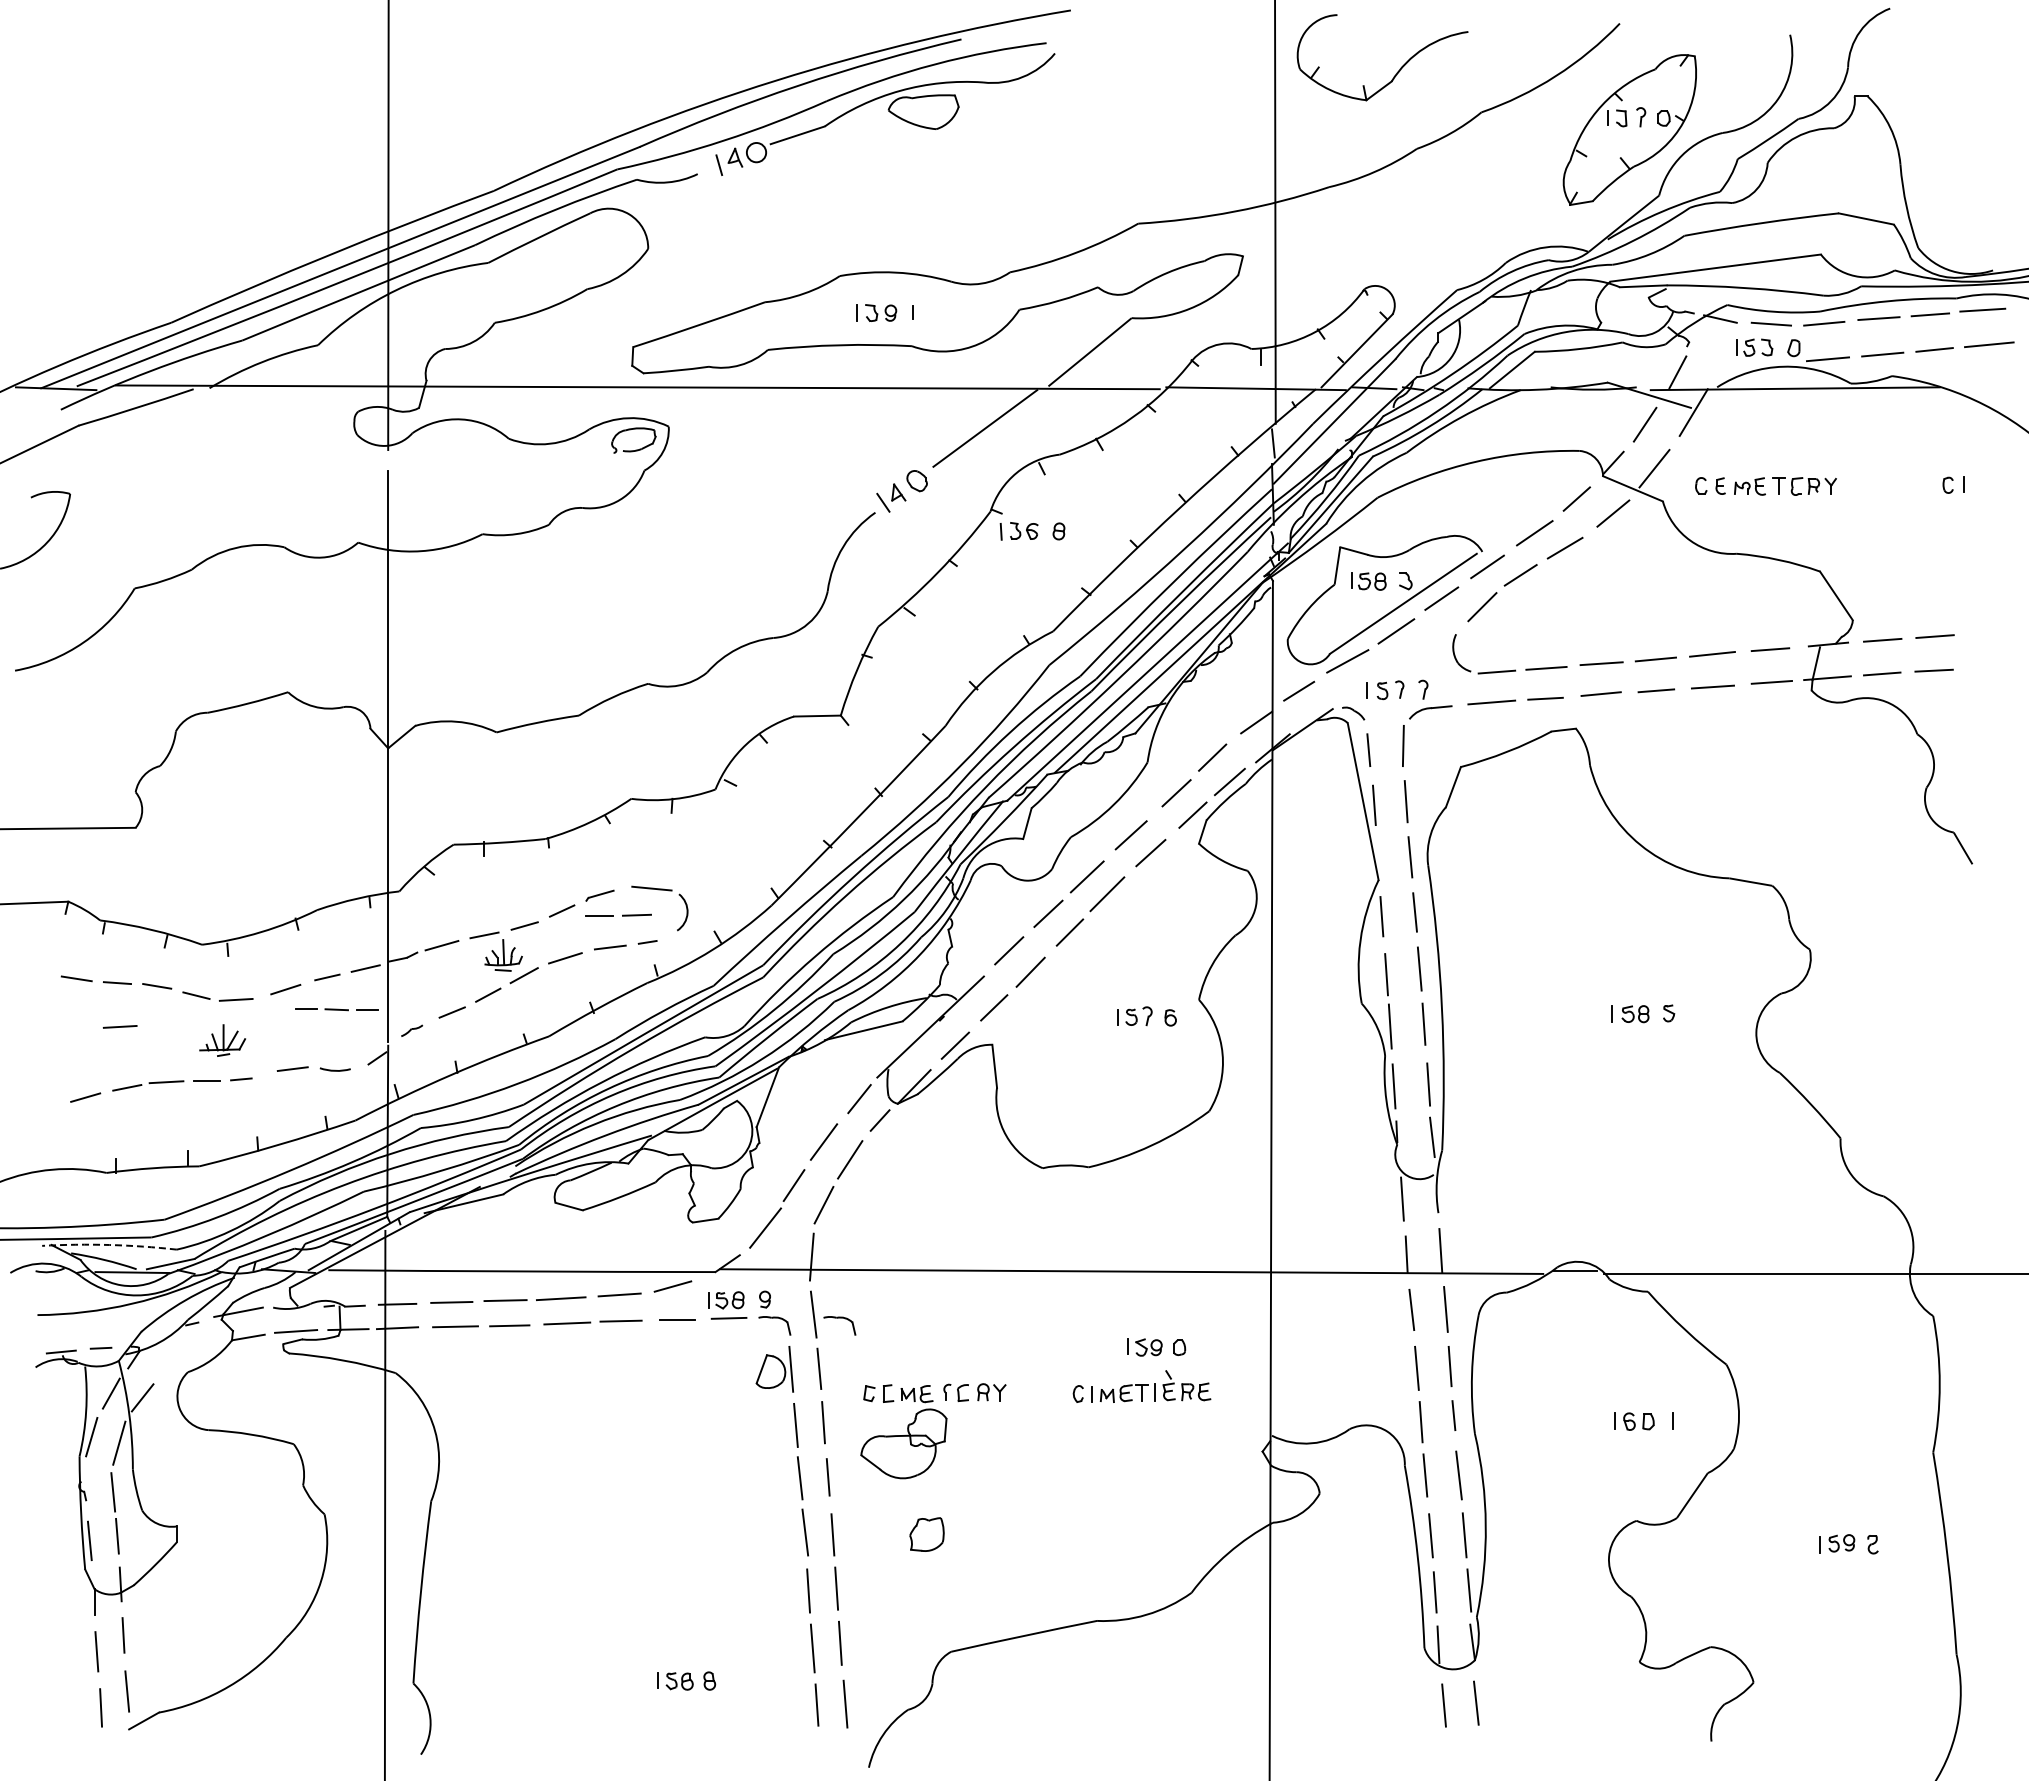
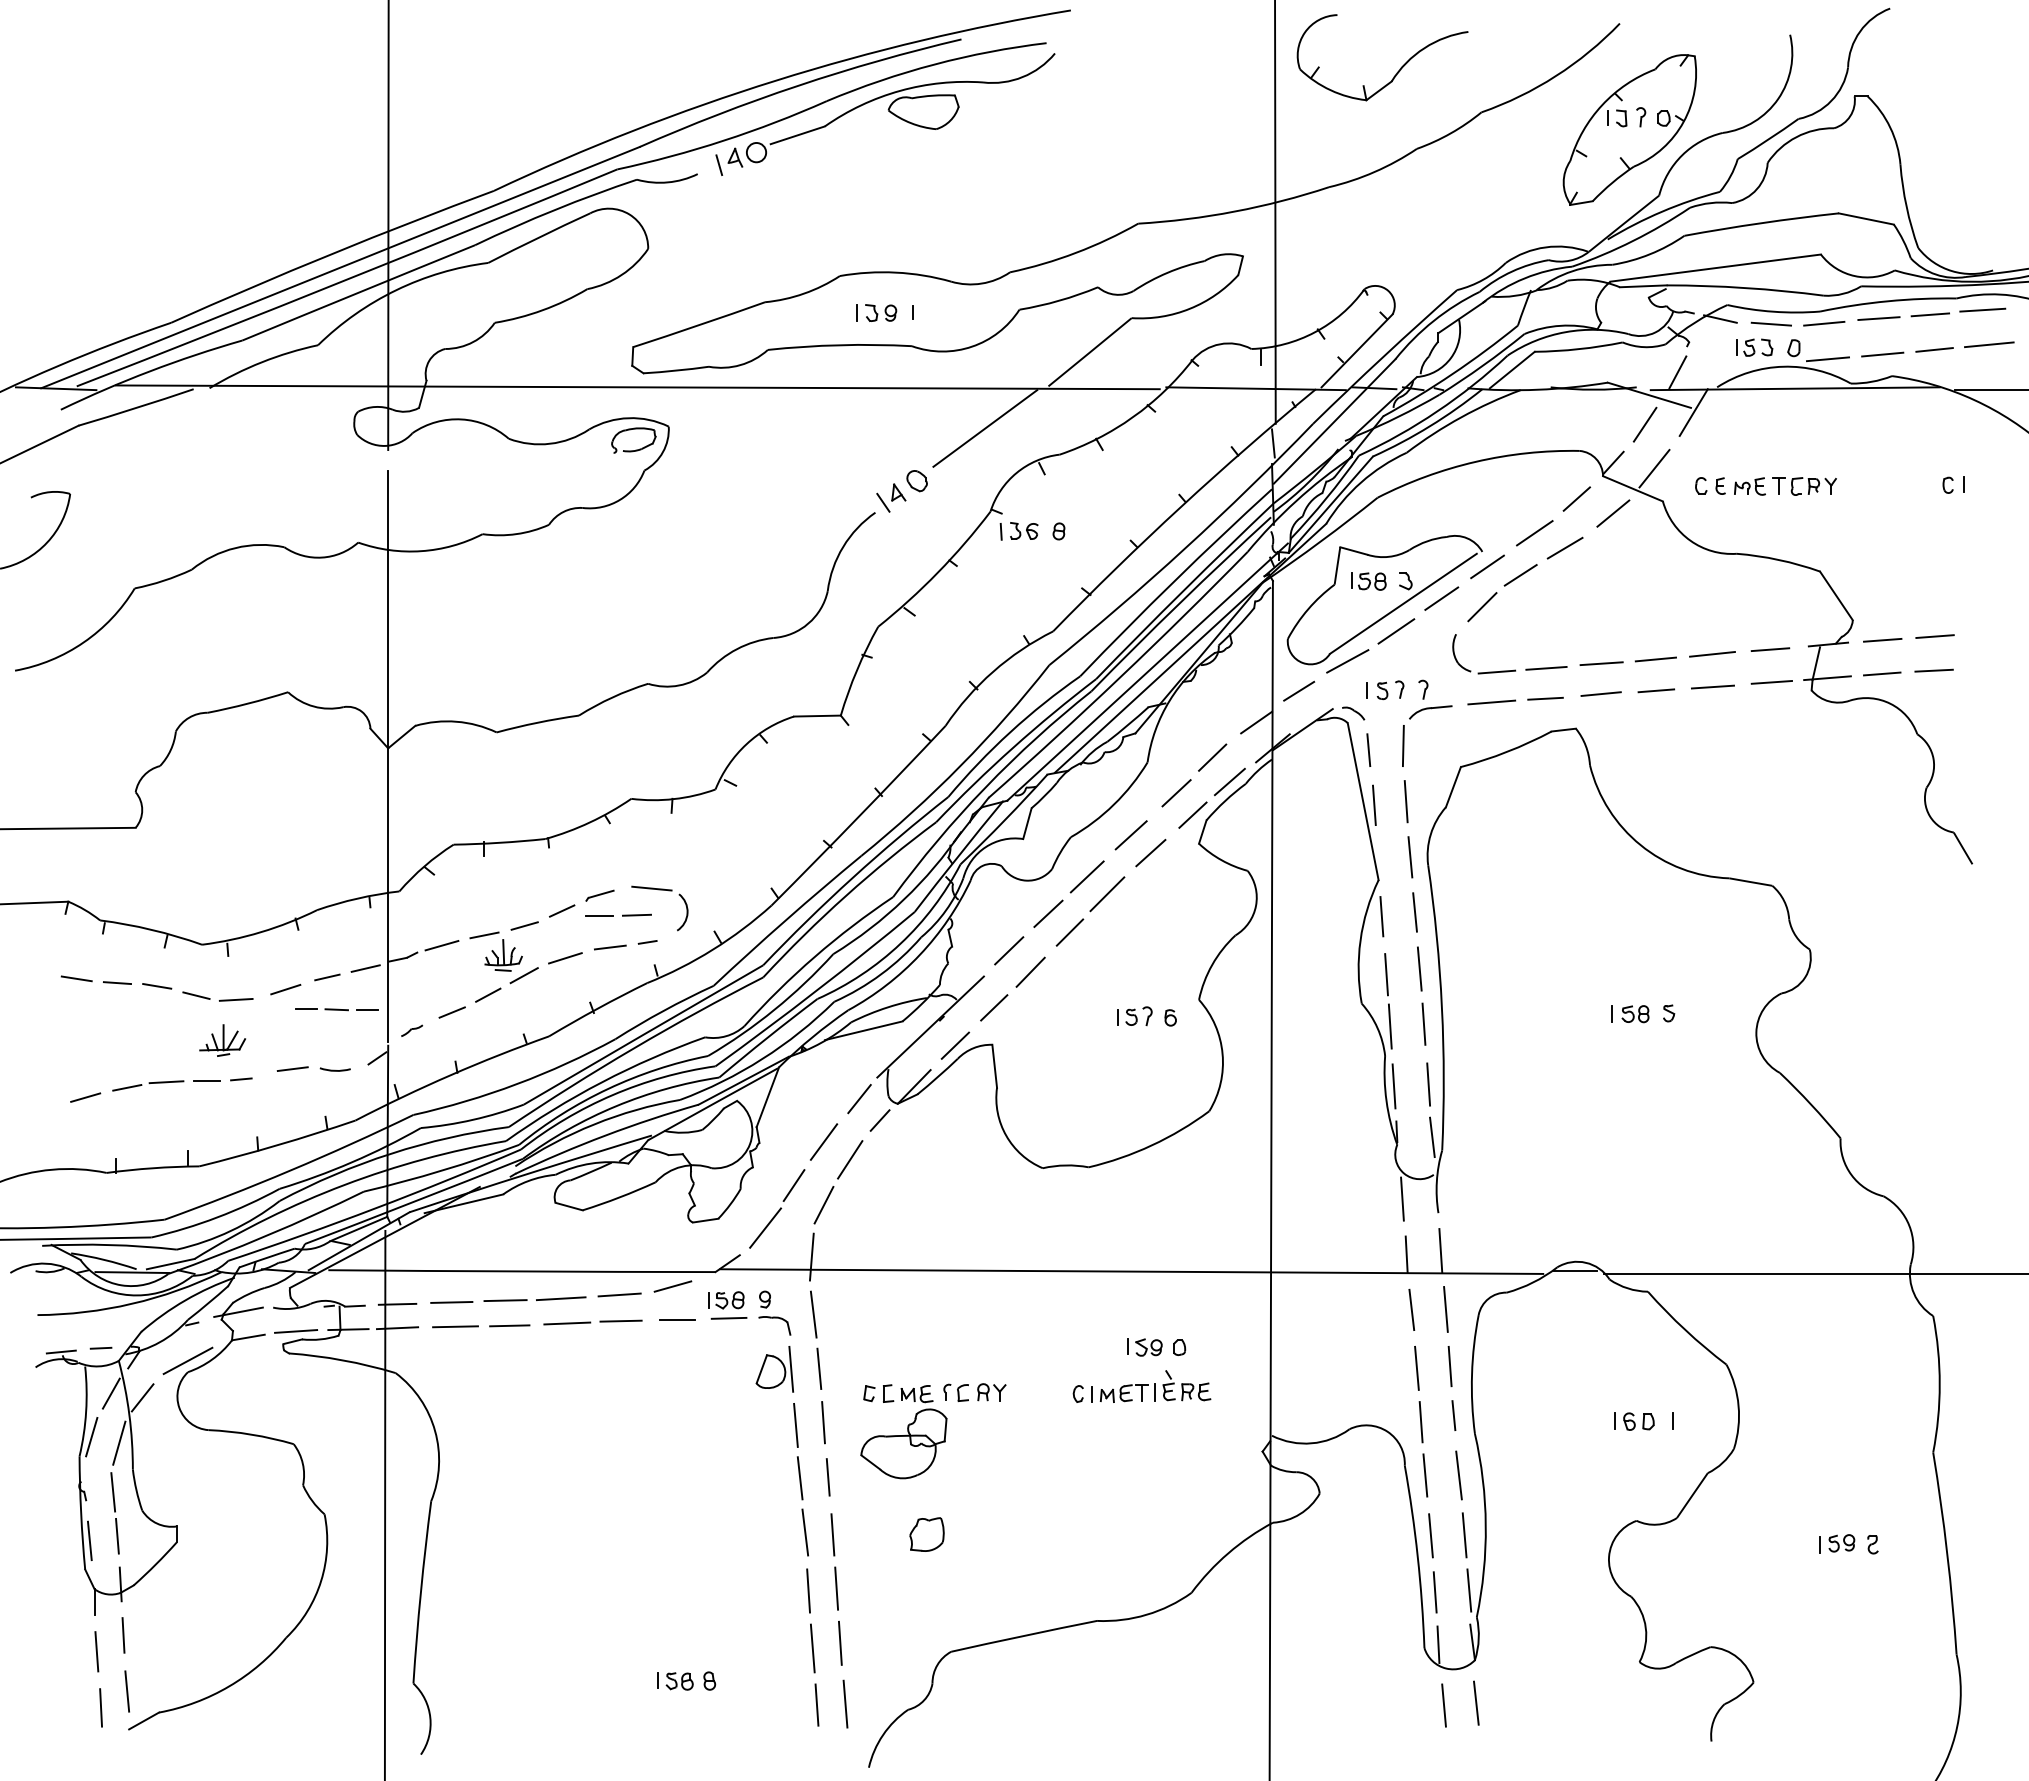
line at (1989, 390): none -> present
line at (119, 1026): present -> none
arc at (109, 1245): dashed -> solid
part at (839, 1318): present -> none
line at (187, 1360): none -> present
